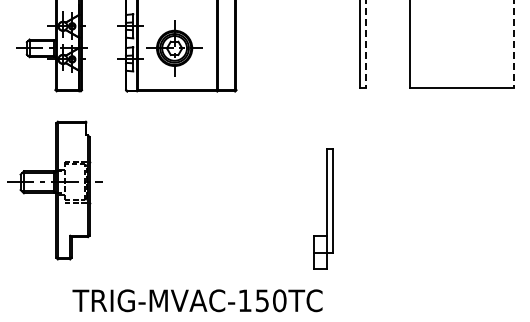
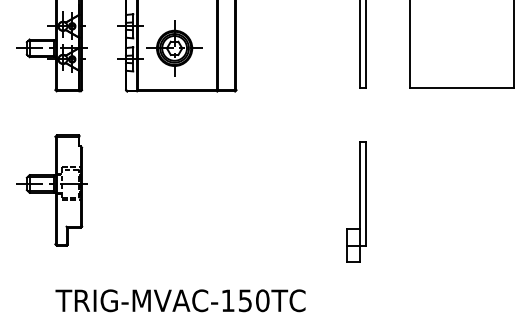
line at (366, 44): dashed -> solid
line at (514, 44): dashed -> solid
part at (54, 190) size: 96x141 px -> 72x113 px
part at (323, 208) position: (323, 208) -> (356, 201)
text at (197, 300) position: (197, 300) -> (180, 300)
